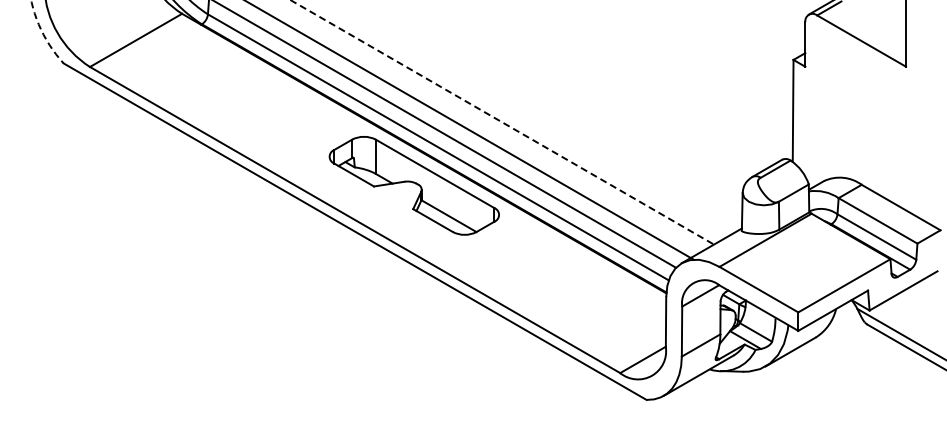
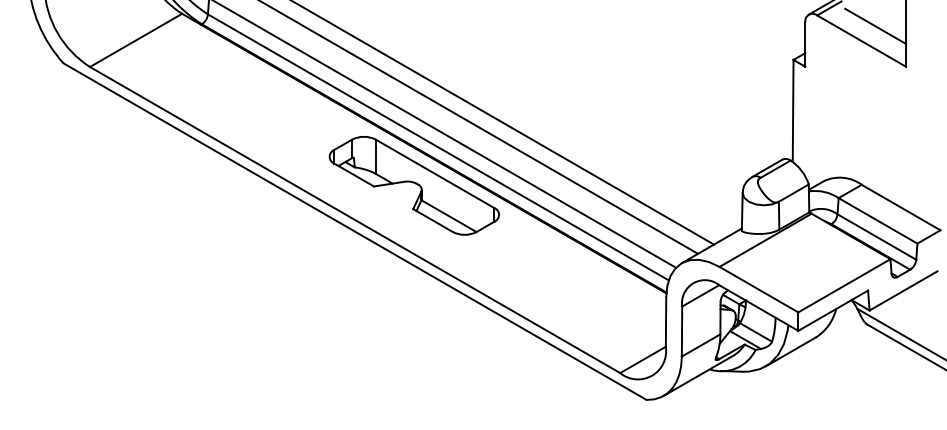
line at (875, 25): none -> present
arc at (43, 34): dashed -> solid
line at (502, 122): dashed -> solid
line at (471, 130) position: (471, 130) -> (480, 127)
